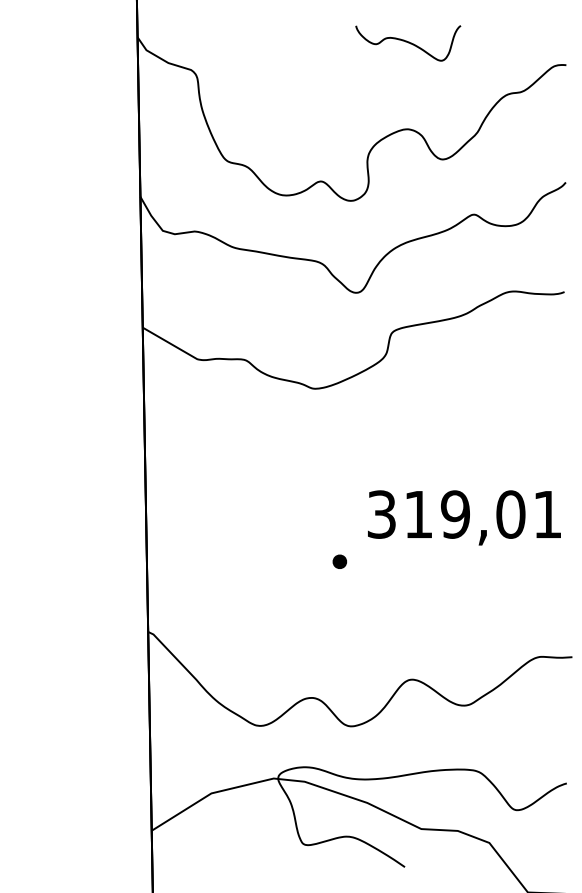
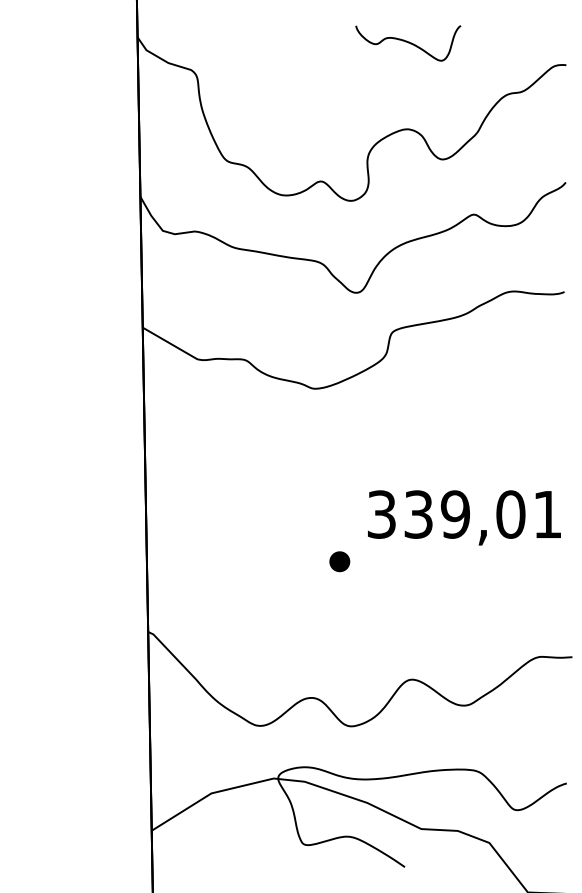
text at (418, 514): 319,01 -> 339,01
part at (339, 561) size: 16x15 px -> 22x22 px
